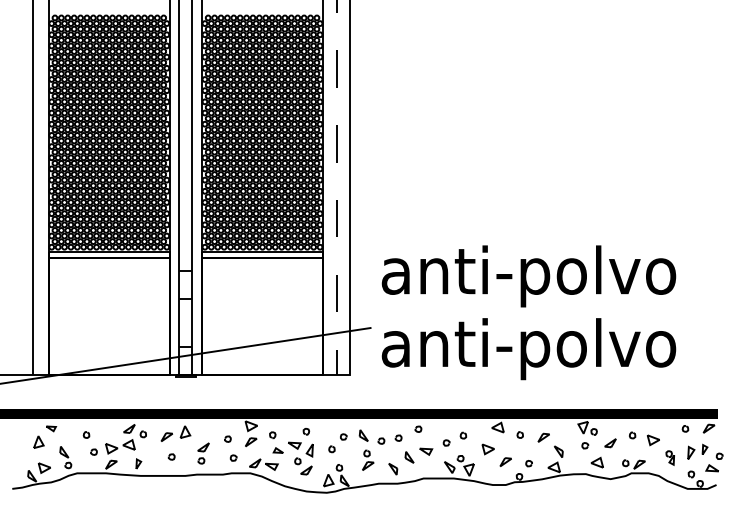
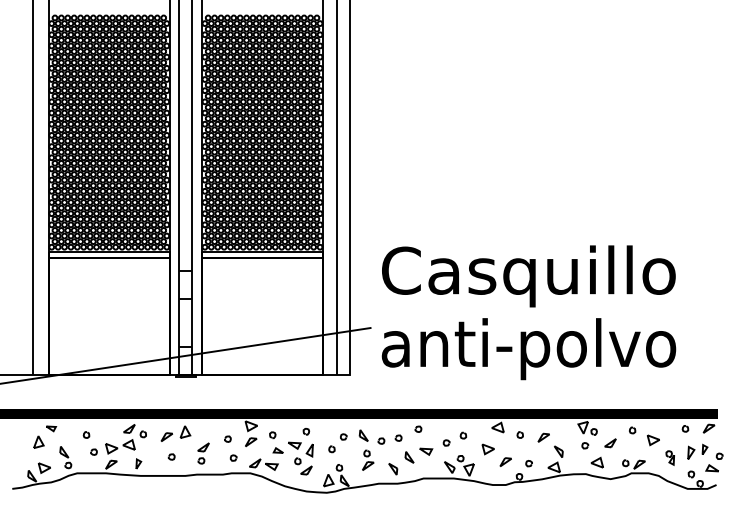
line at (336, 187): dashed -> solid
text at (528, 276): anti-polvo -> Casquillo
curve at (631, 434) position: (631, 434) -> (631, 429)
